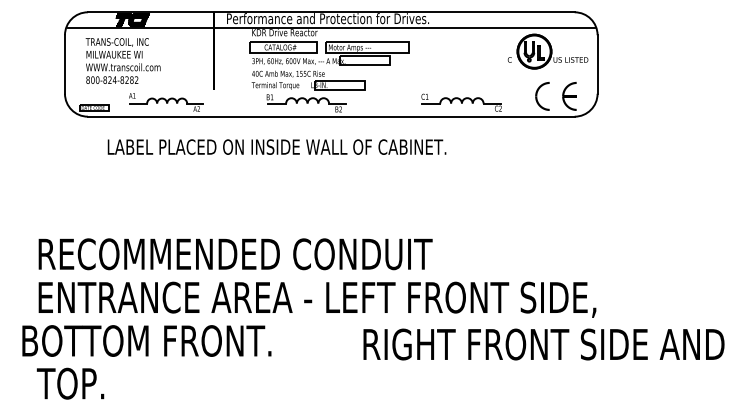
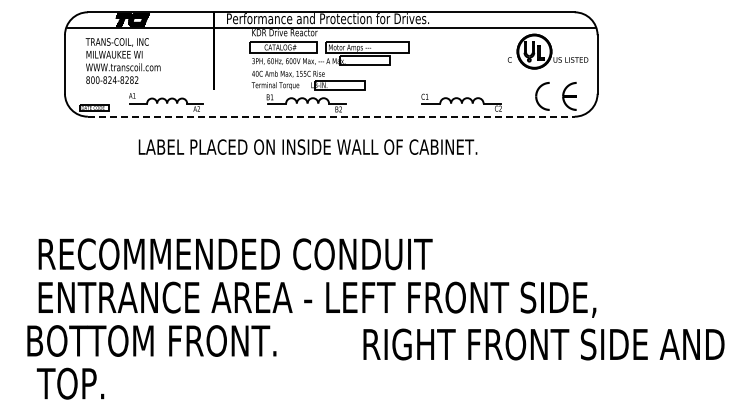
line at (331, 116): solid -> dashed
text at (276, 146) position: (276, 146) -> (307, 146)
text at (146, 340) position: (146, 340) -> (151, 340)
